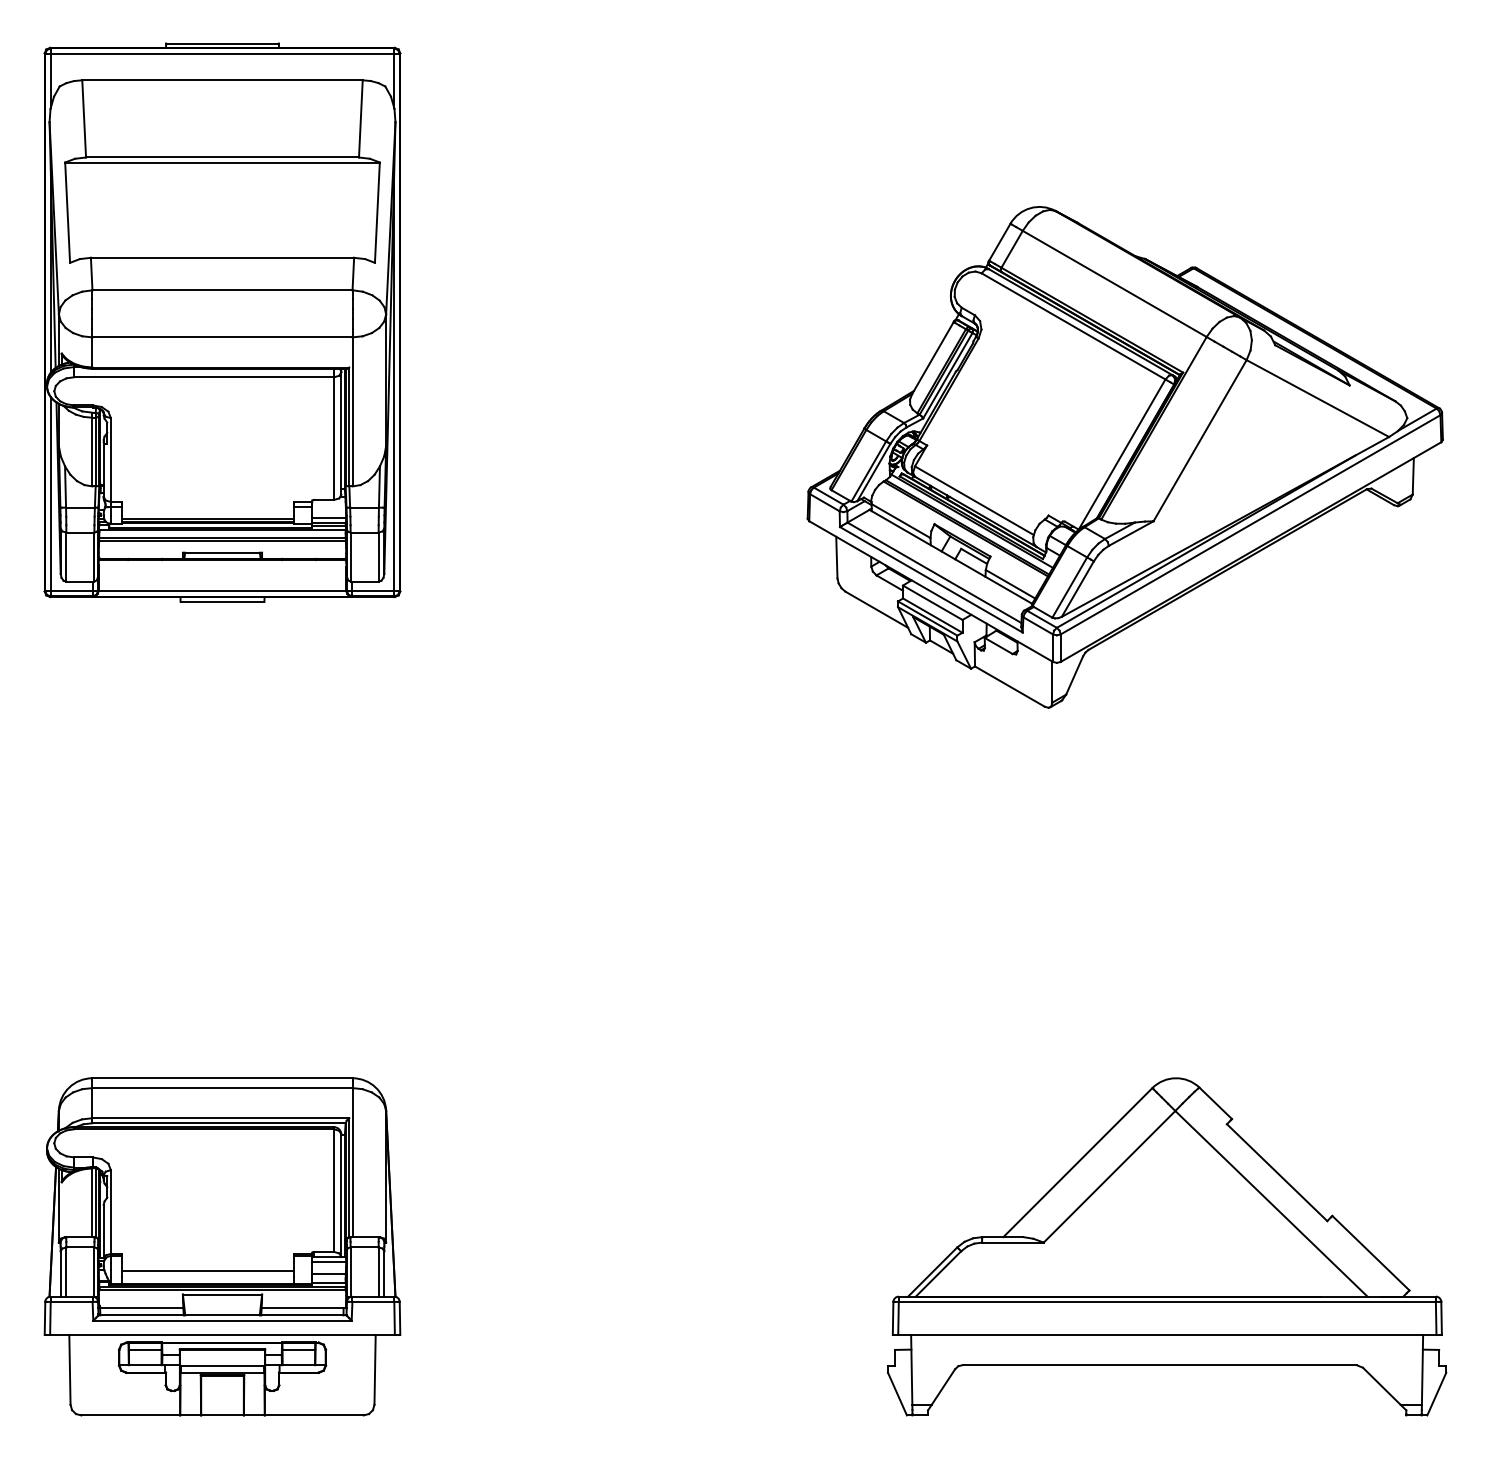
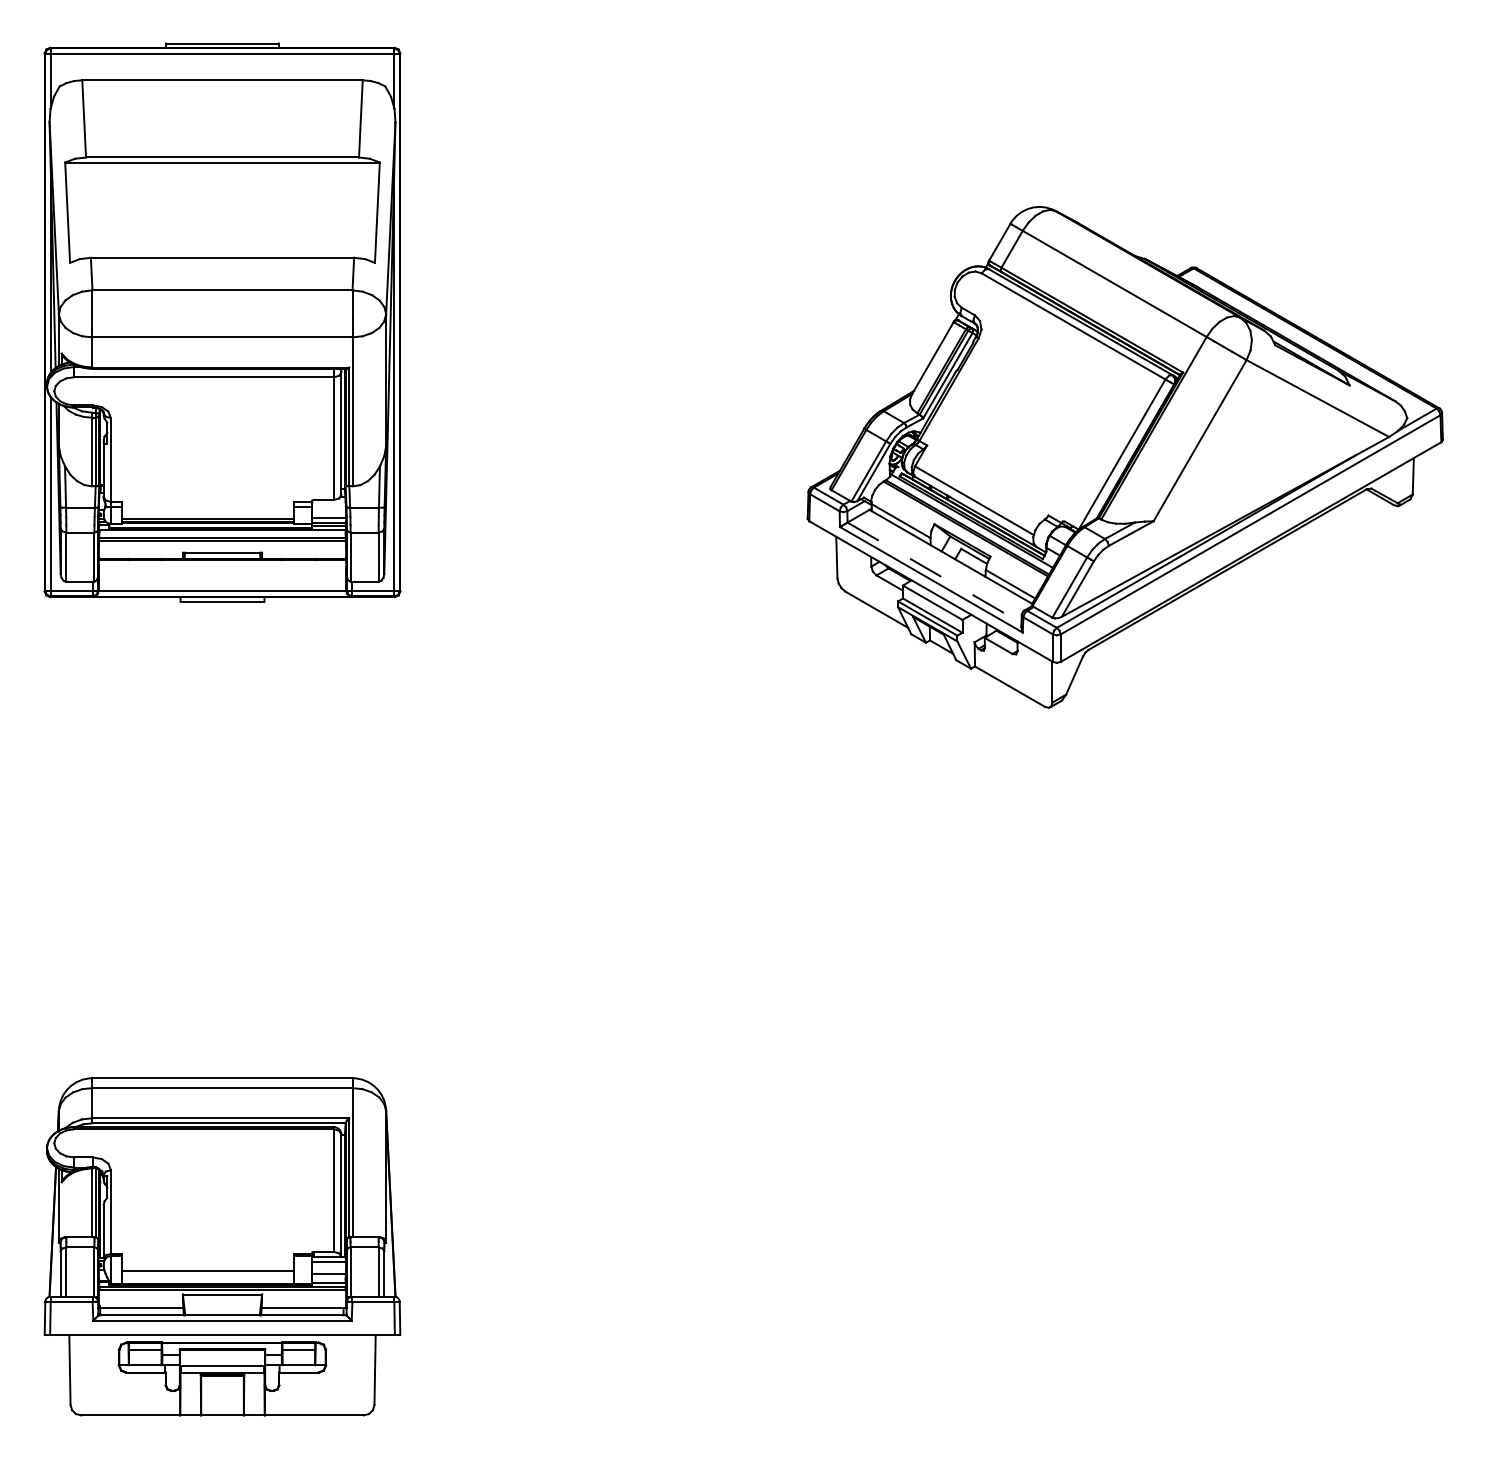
line at (934, 573): solid -> dashed
part at (1167, 1246): present -> none
